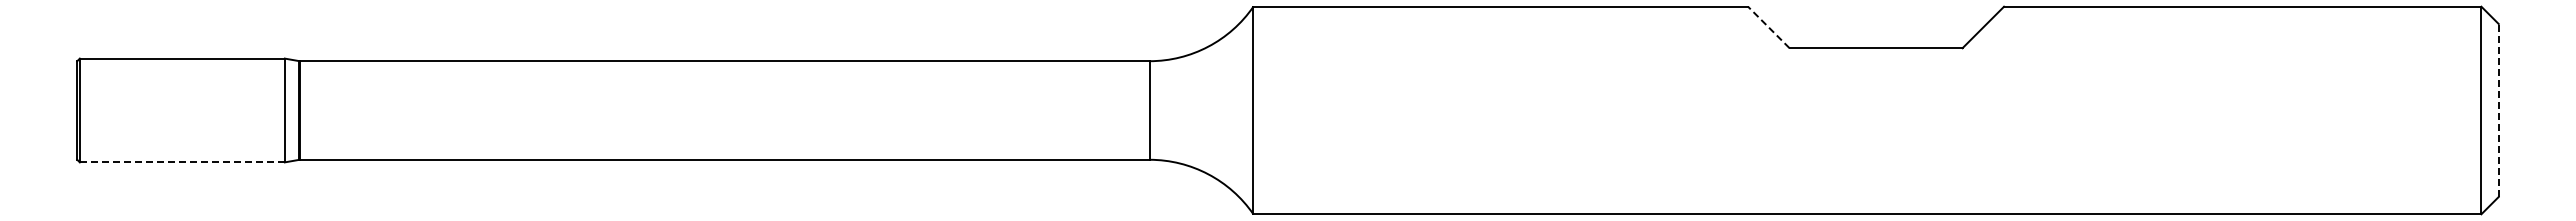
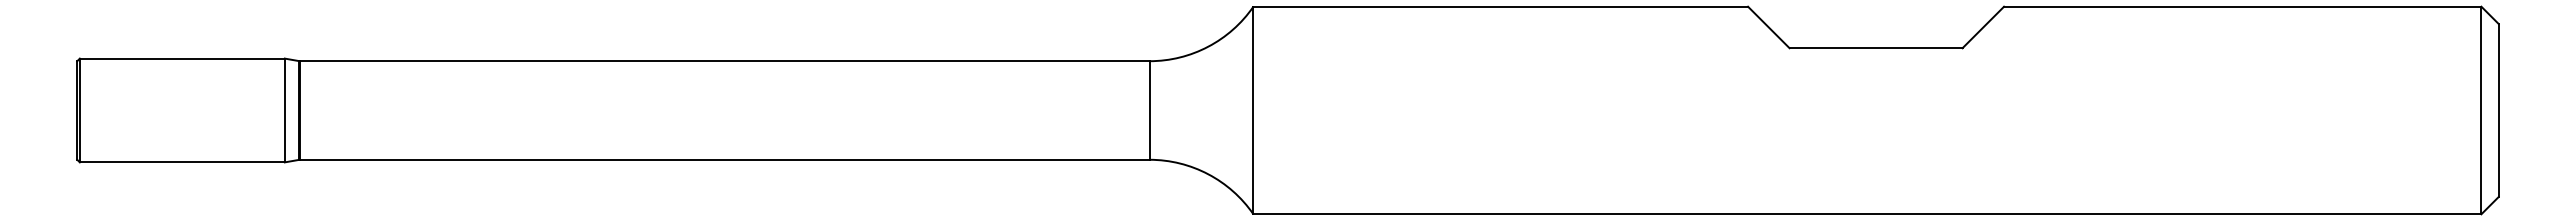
line at (1768, 27): dashed -> solid
line at (2498, 110): dashed -> solid
line at (182, 162): dashed -> solid
